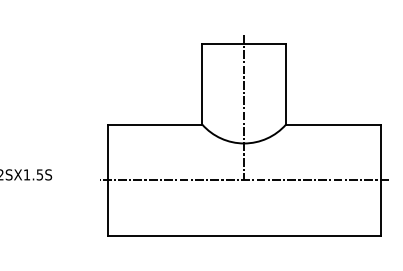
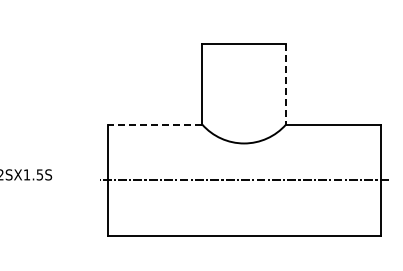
line at (286, 84): solid -> dashed
line at (244, 107): present -> none
line at (154, 124): solid -> dashed
